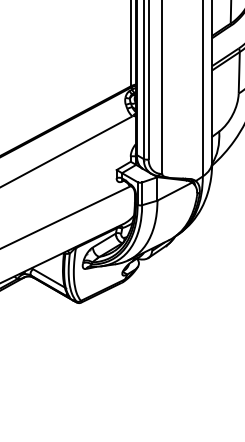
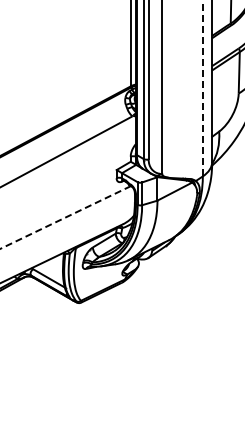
line at (202, 87): solid -> dashed
line at (65, 217): solid -> dashed
